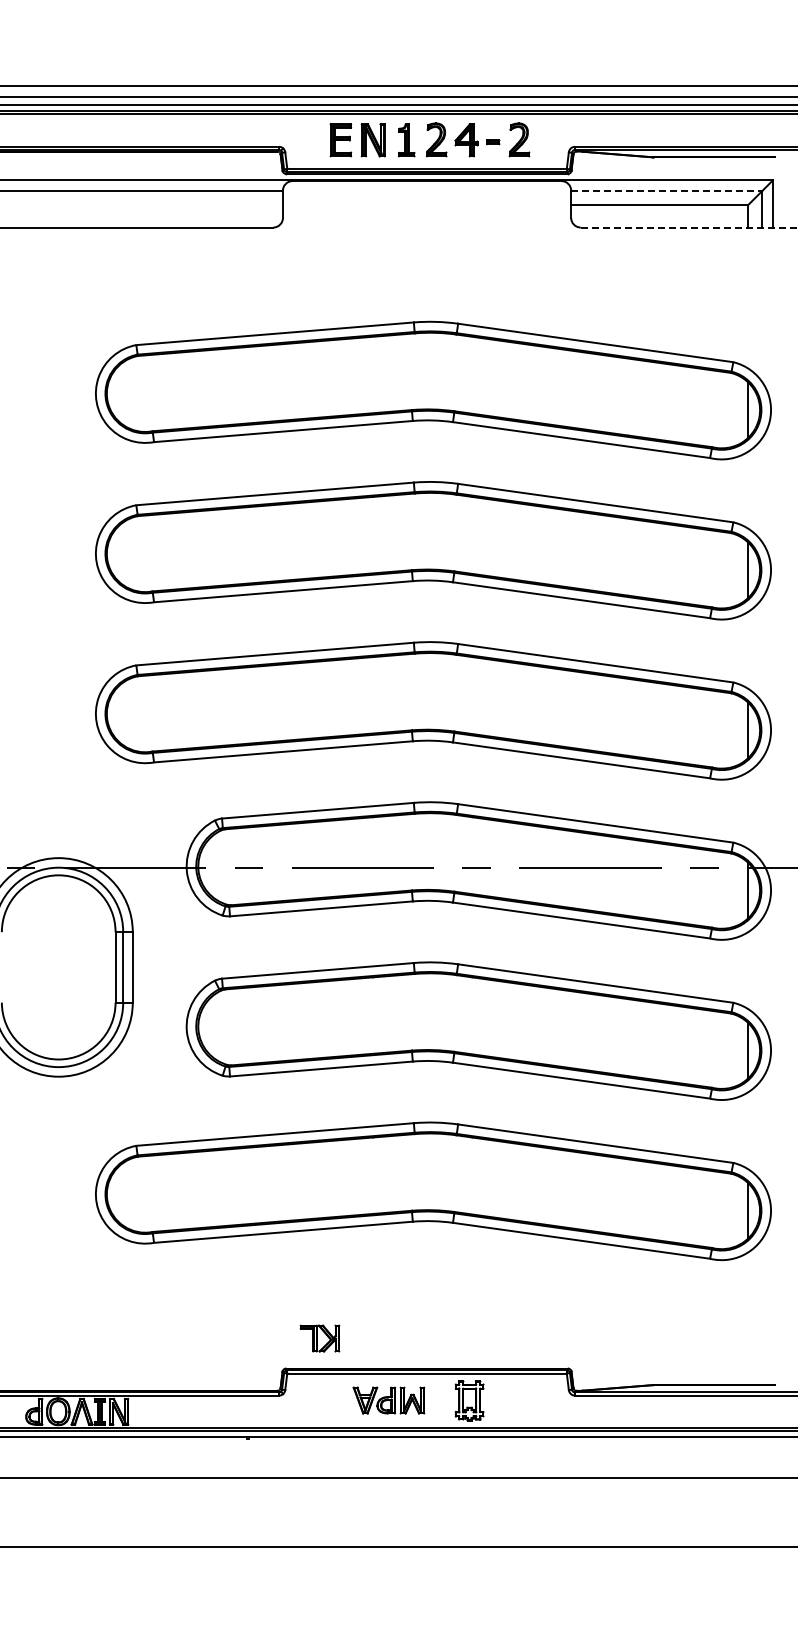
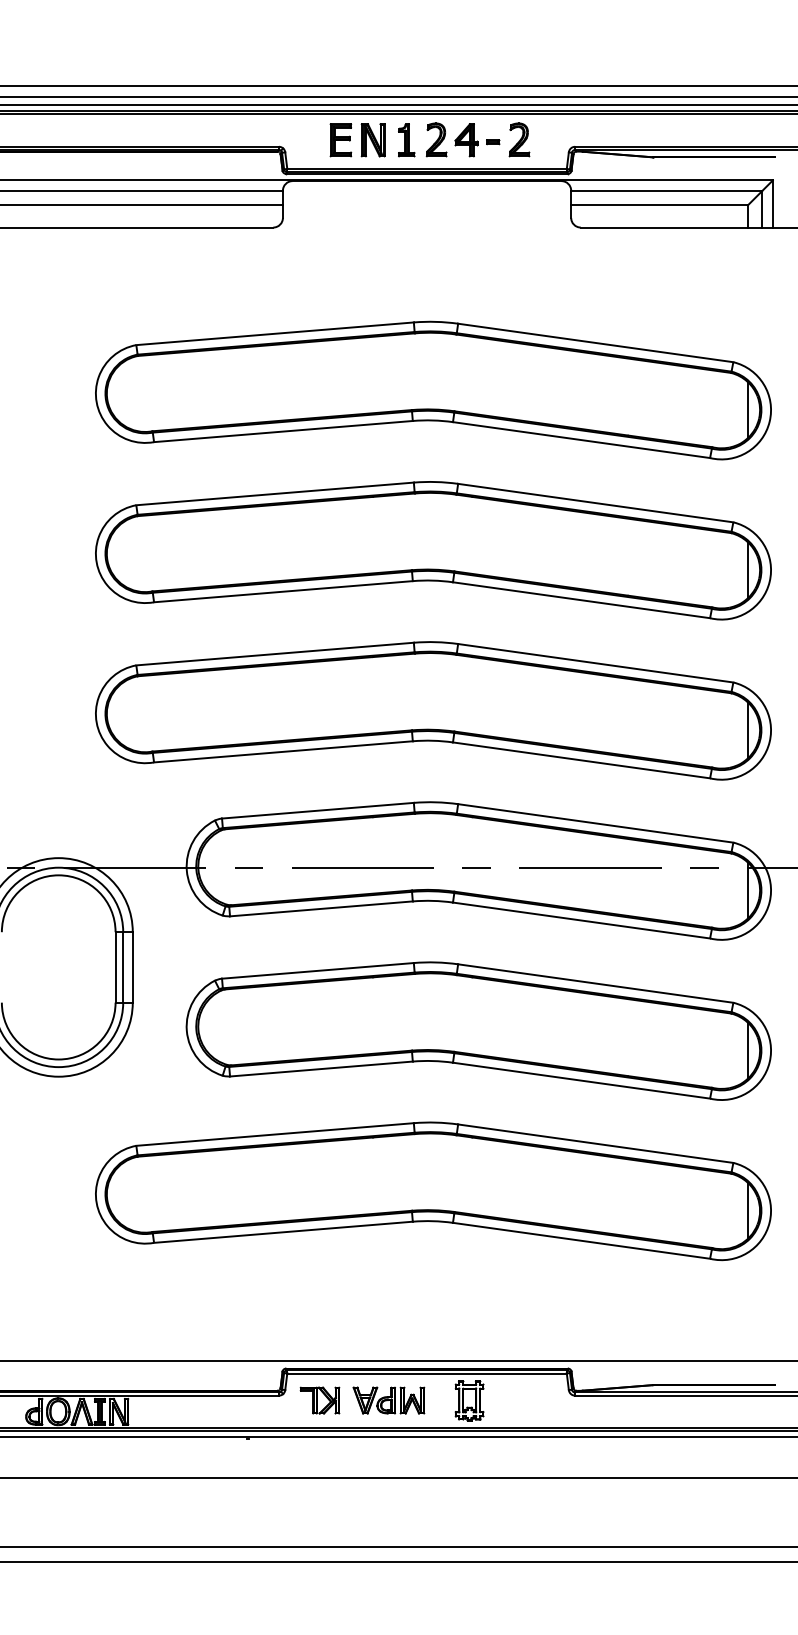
line at (667, 191): dashed -> solid
line at (142, 205): none -> present
line at (688, 227): dashed -> solid
part at (319, 1338) position: (319, 1338) -> (319, 1400)
line at (398, 1361): none -> present
line at (398, 1562): none -> present
